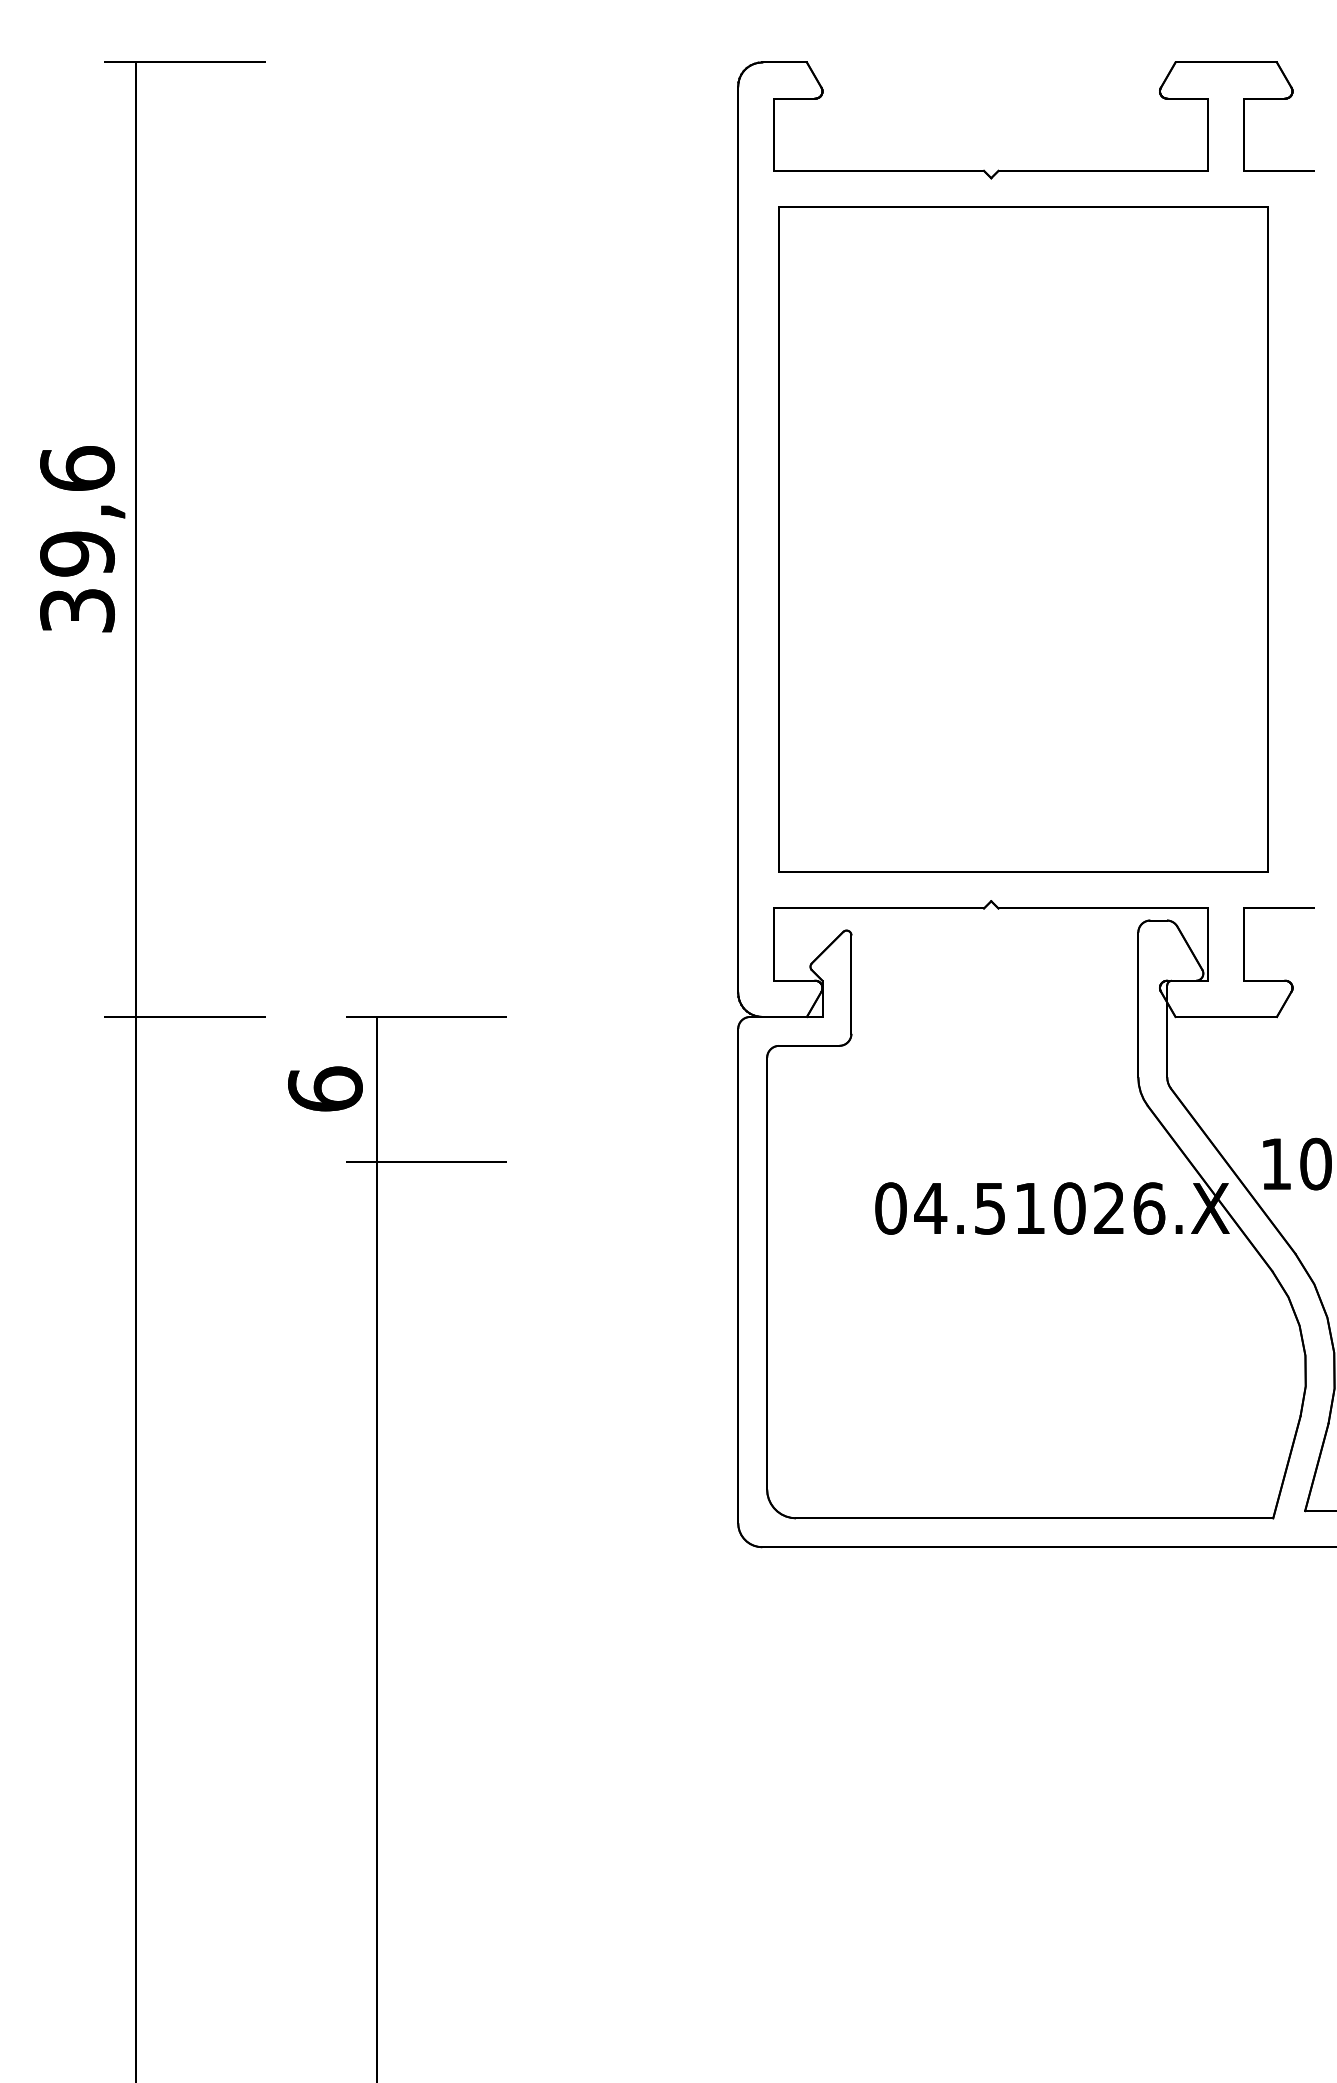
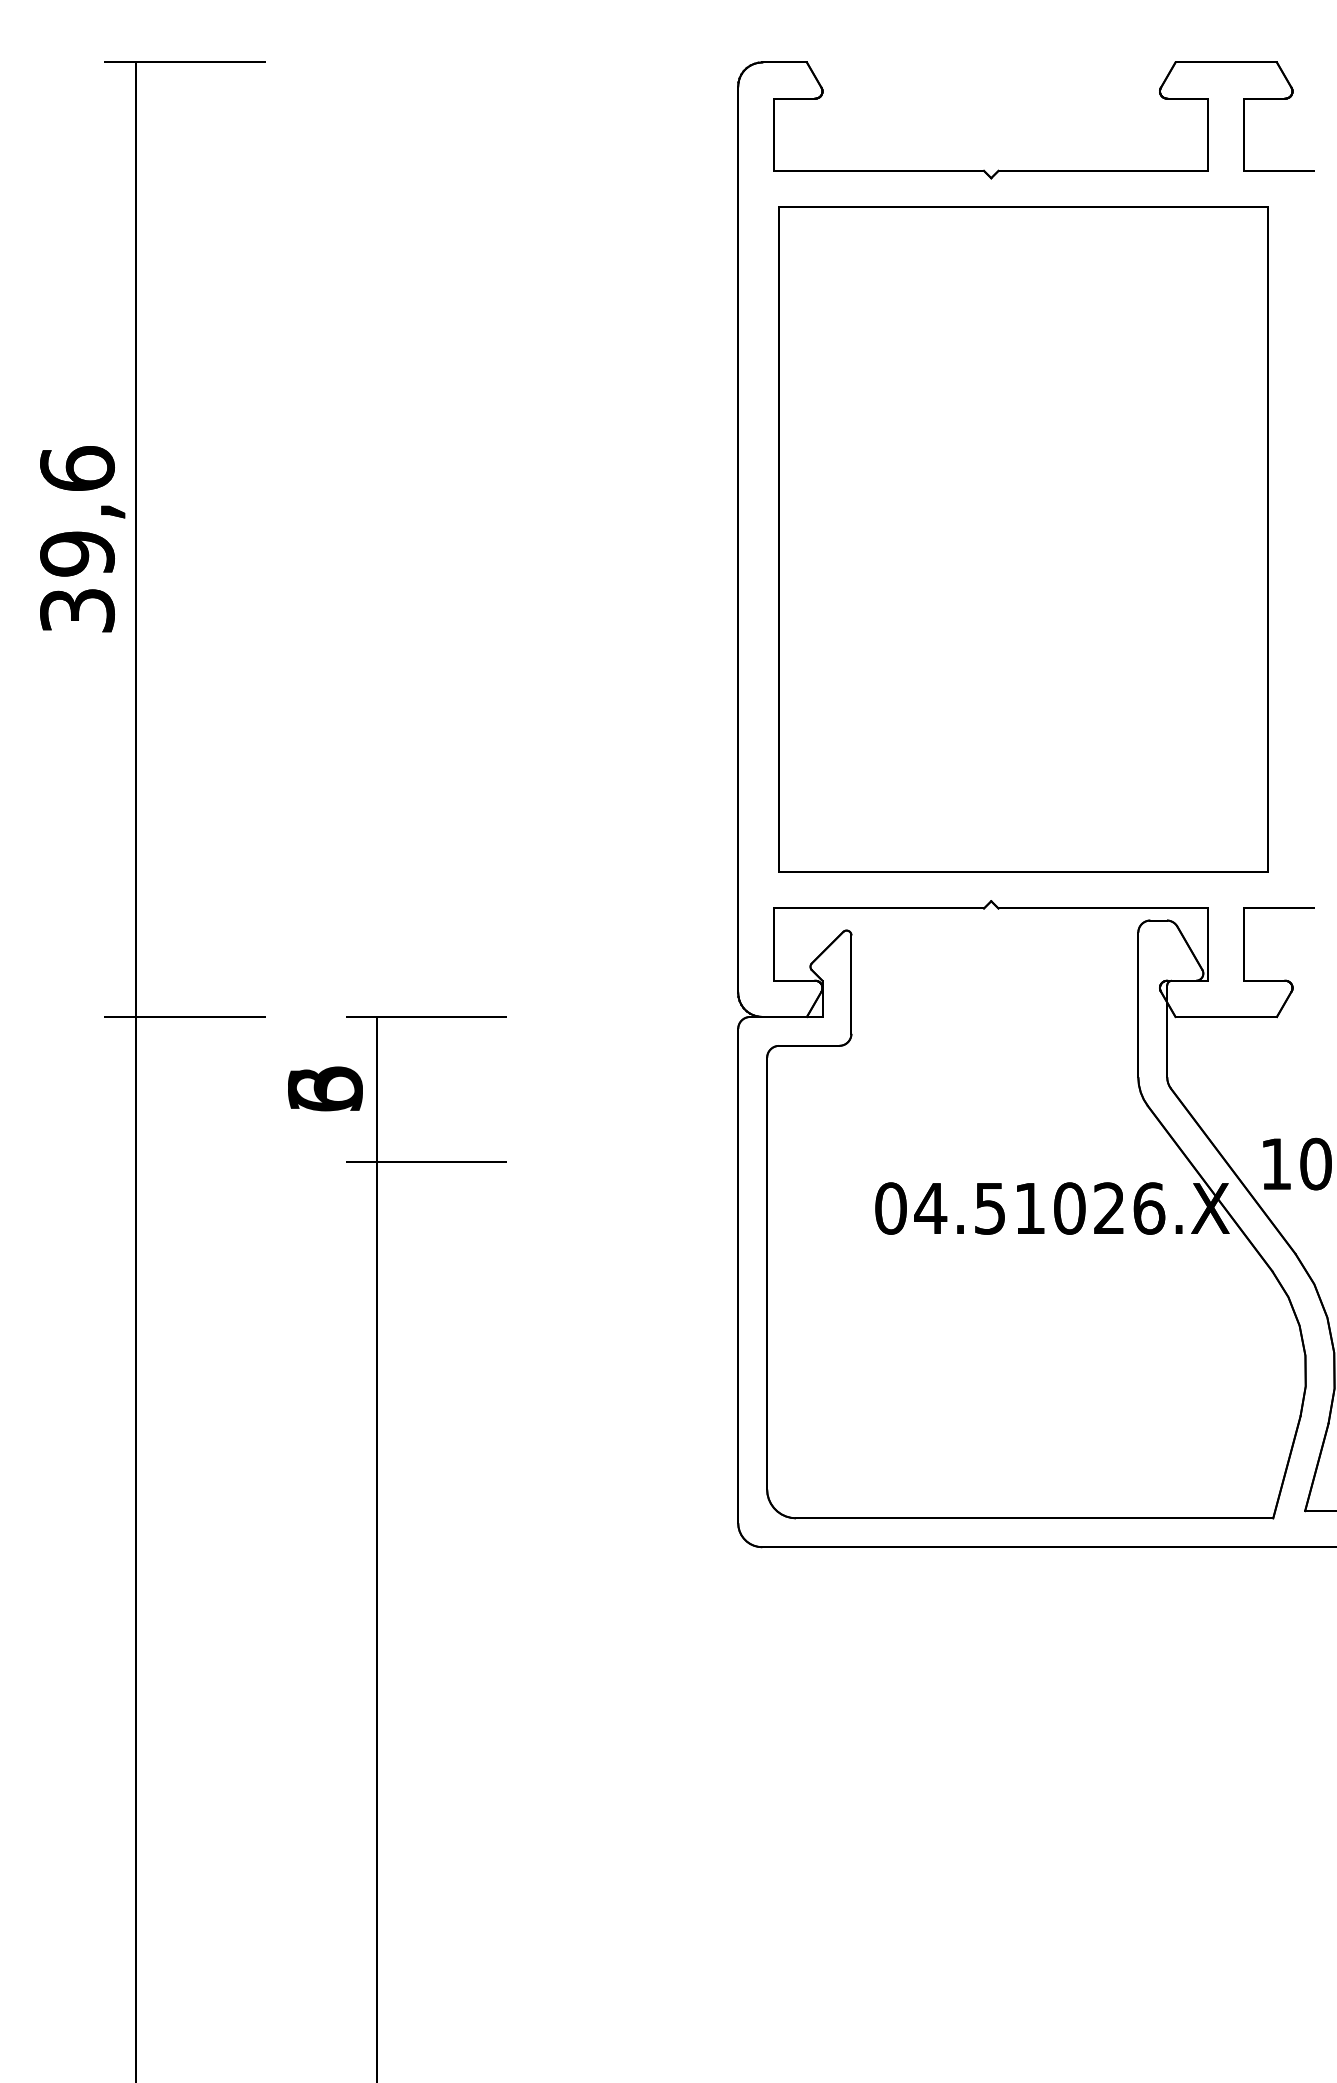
text at (325, 1088): 6 -> 3
